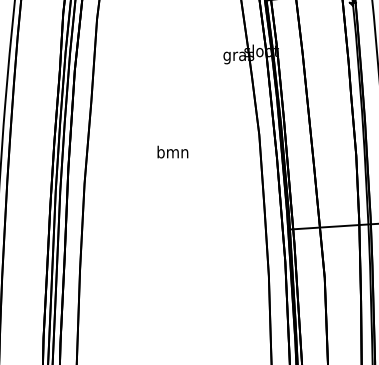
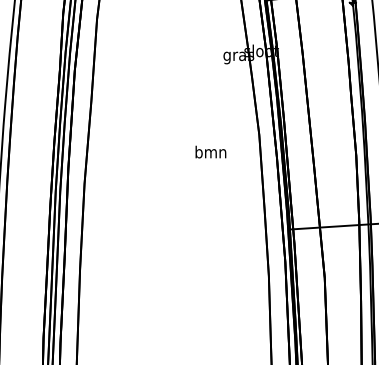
text at (172, 151) position: (172, 151) -> (210, 151)
